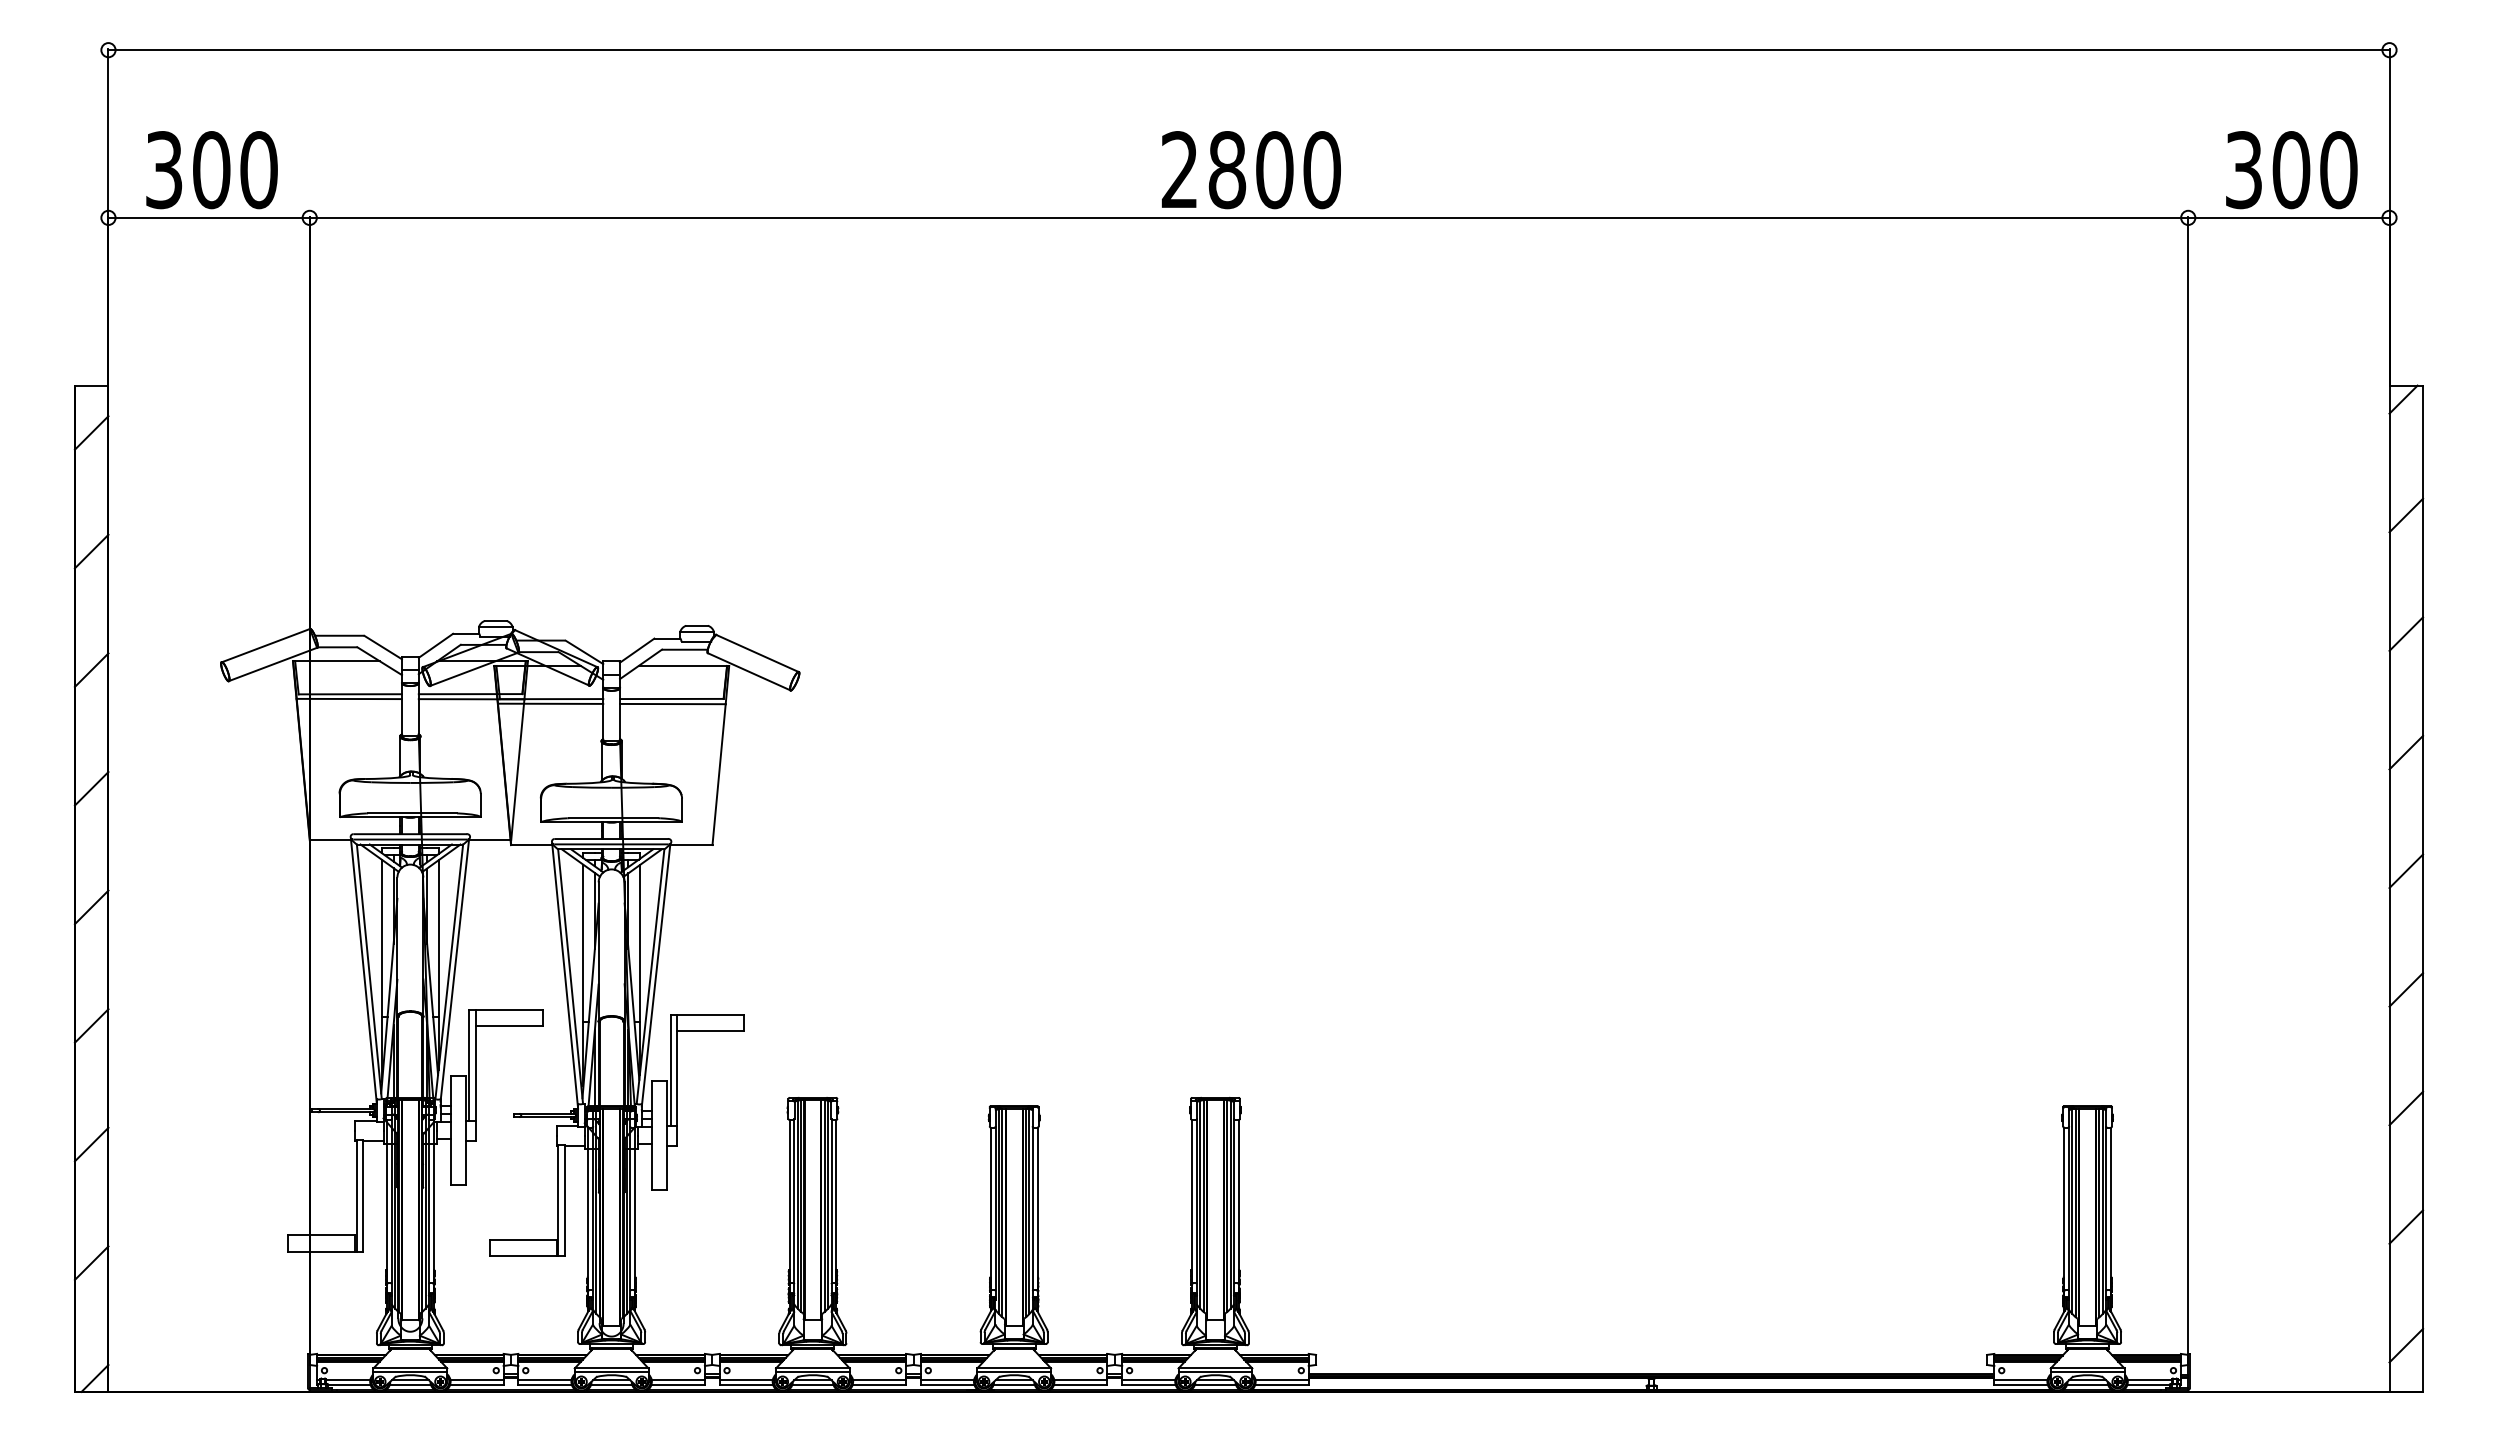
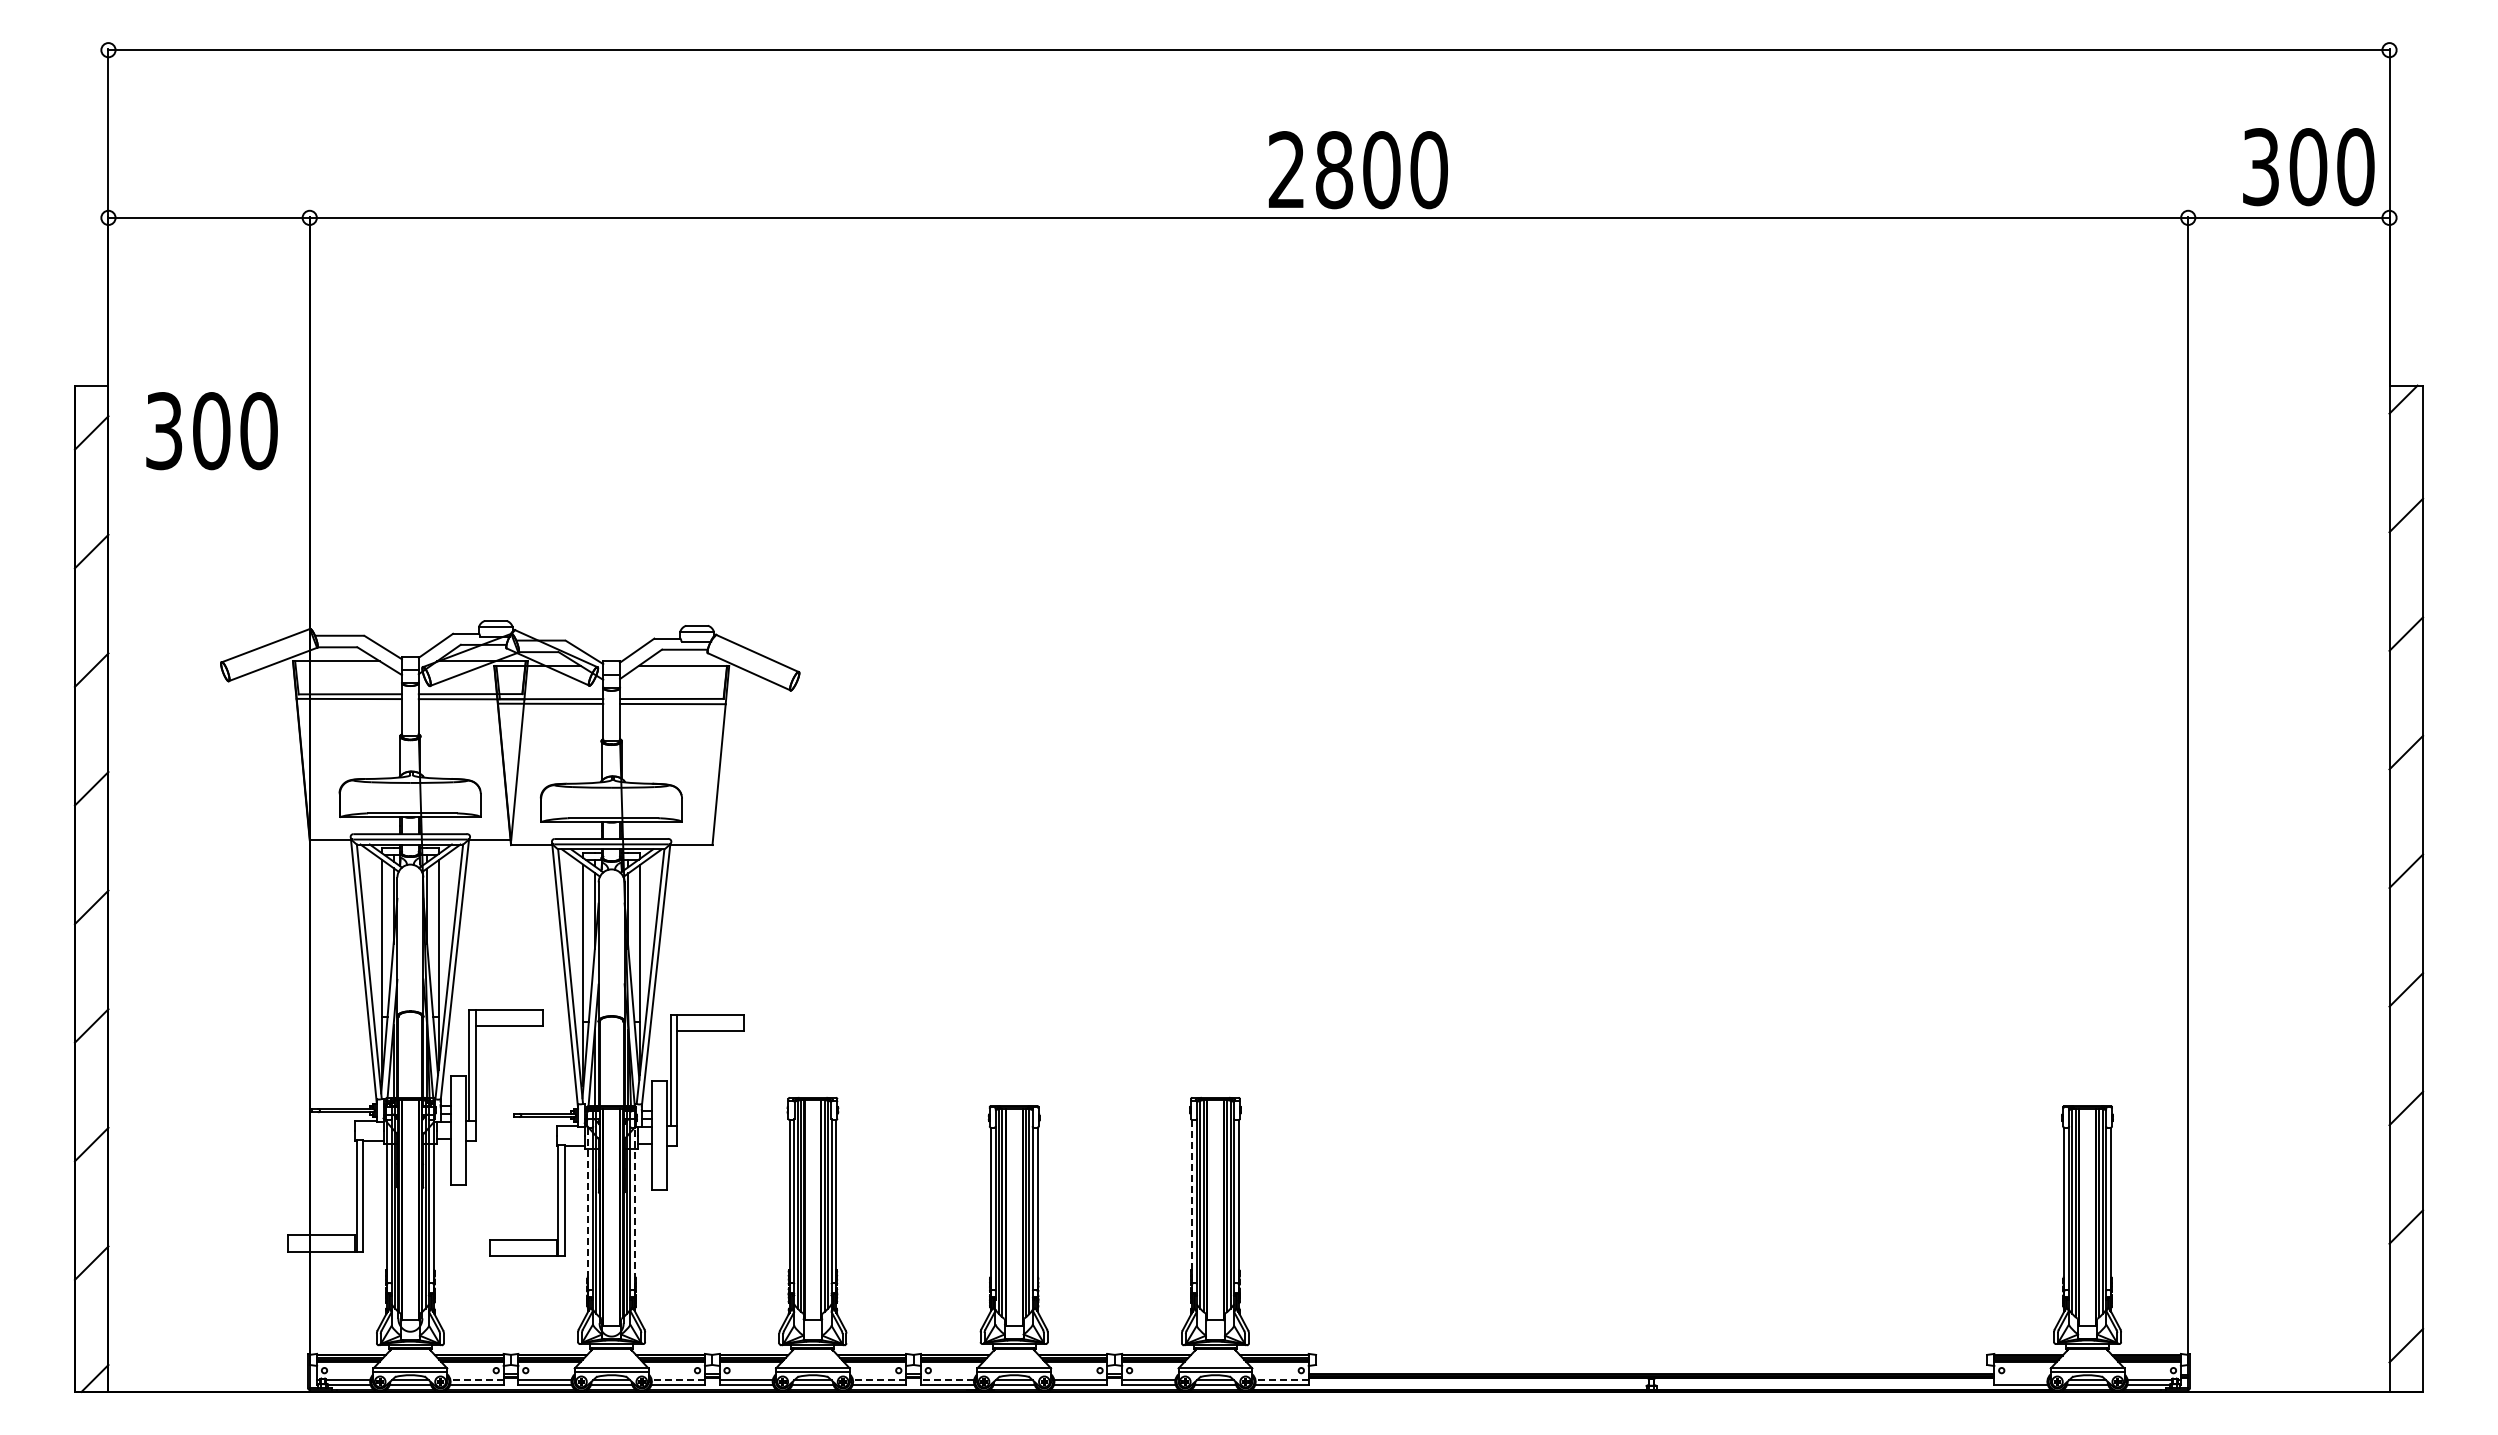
text at (211, 170) position: (211, 170) -> (211, 431)
text at (1250, 170) position: (1250, 170) -> (1357, 170)
text at (2291, 170) position: (2291, 170) -> (2308, 167)
line at (1192, 1205): solid -> dashed
line at (588, 1209): solid -> dashed
line at (635, 1209): solid -> dashed
line at (477, 1380): solid -> dashed
line at (678, 1380): solid -> dashed
line at (879, 1380): solid -> dashed
line at (947, 1380): solid -> dashed
line at (1282, 1380): solid -> dashed
line at (2020, 1380): present -> none
